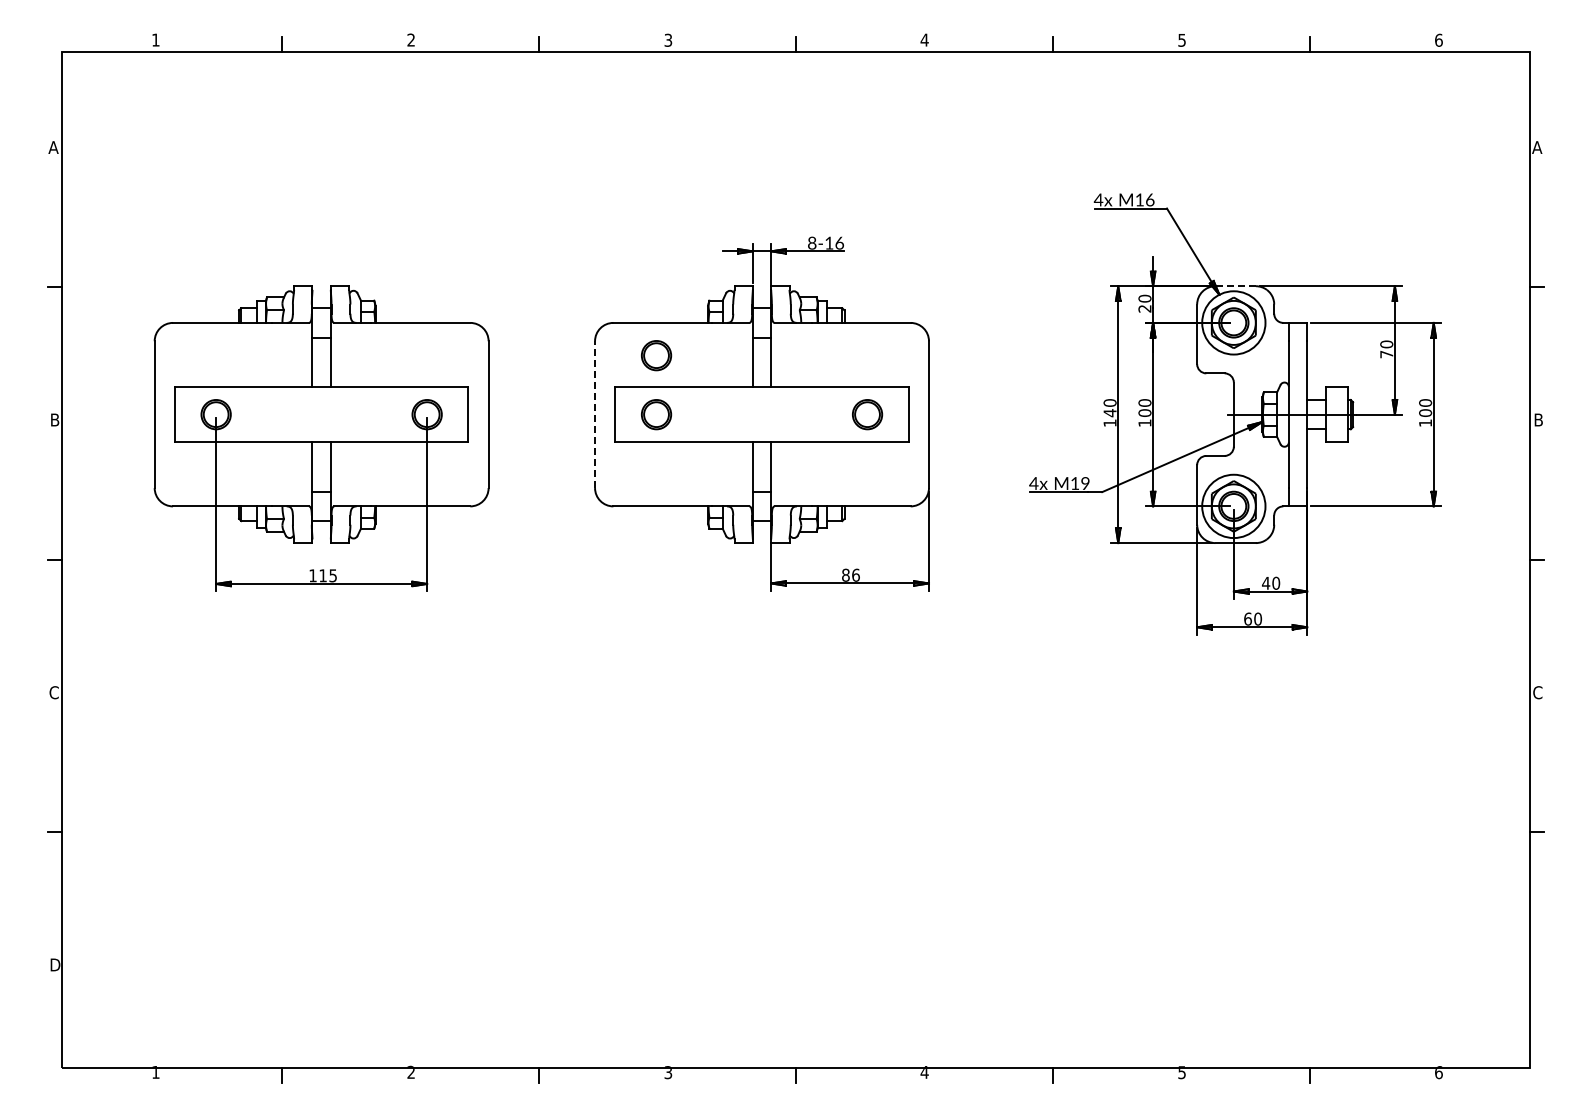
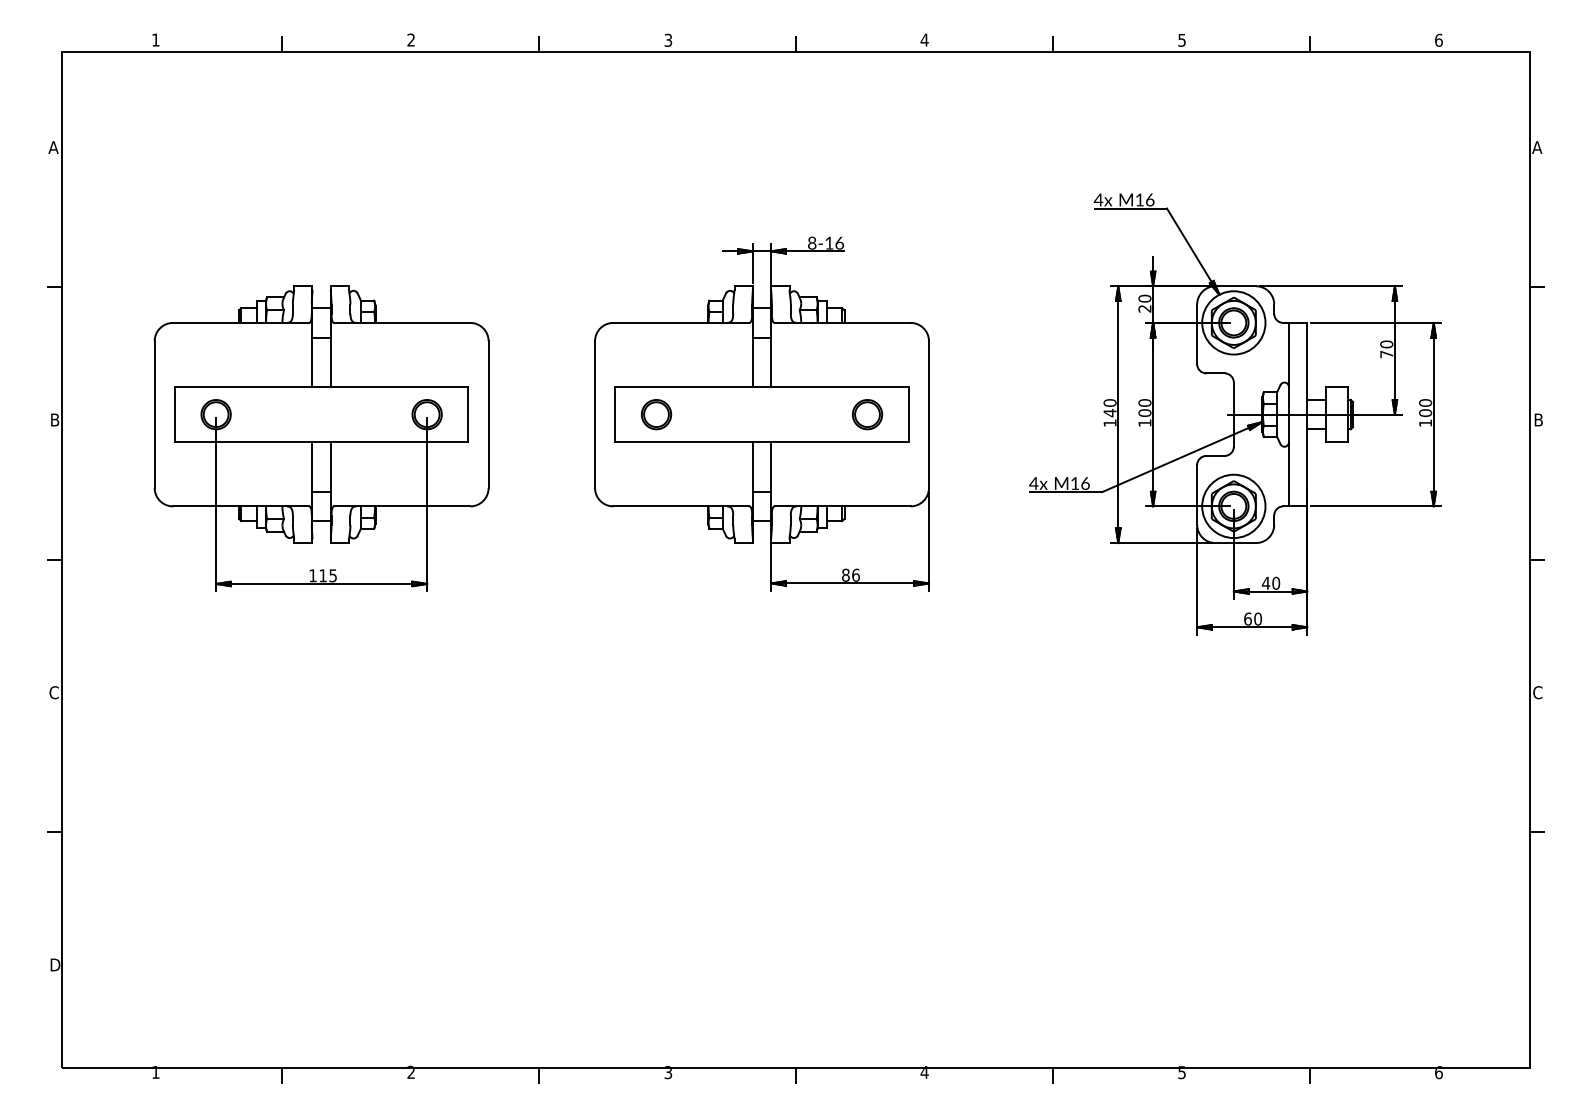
line at (1236, 286): dashed -> solid
part at (656, 355): present -> none
line at (595, 414): dashed -> solid
text at (1085, 483): M19 -> M16
